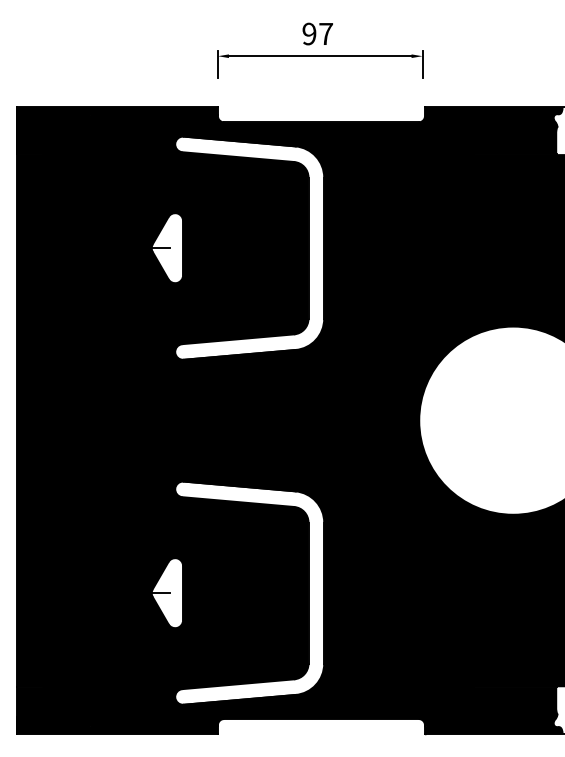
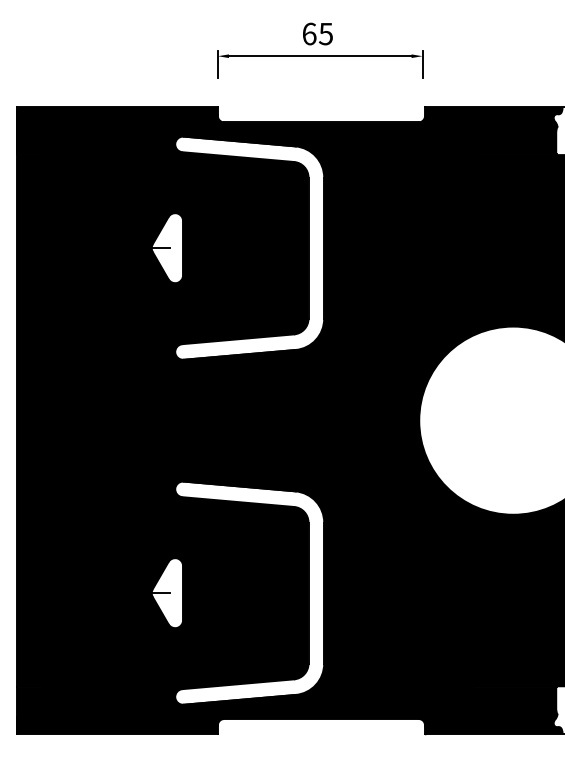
text at (317, 33): 97 -> 65
